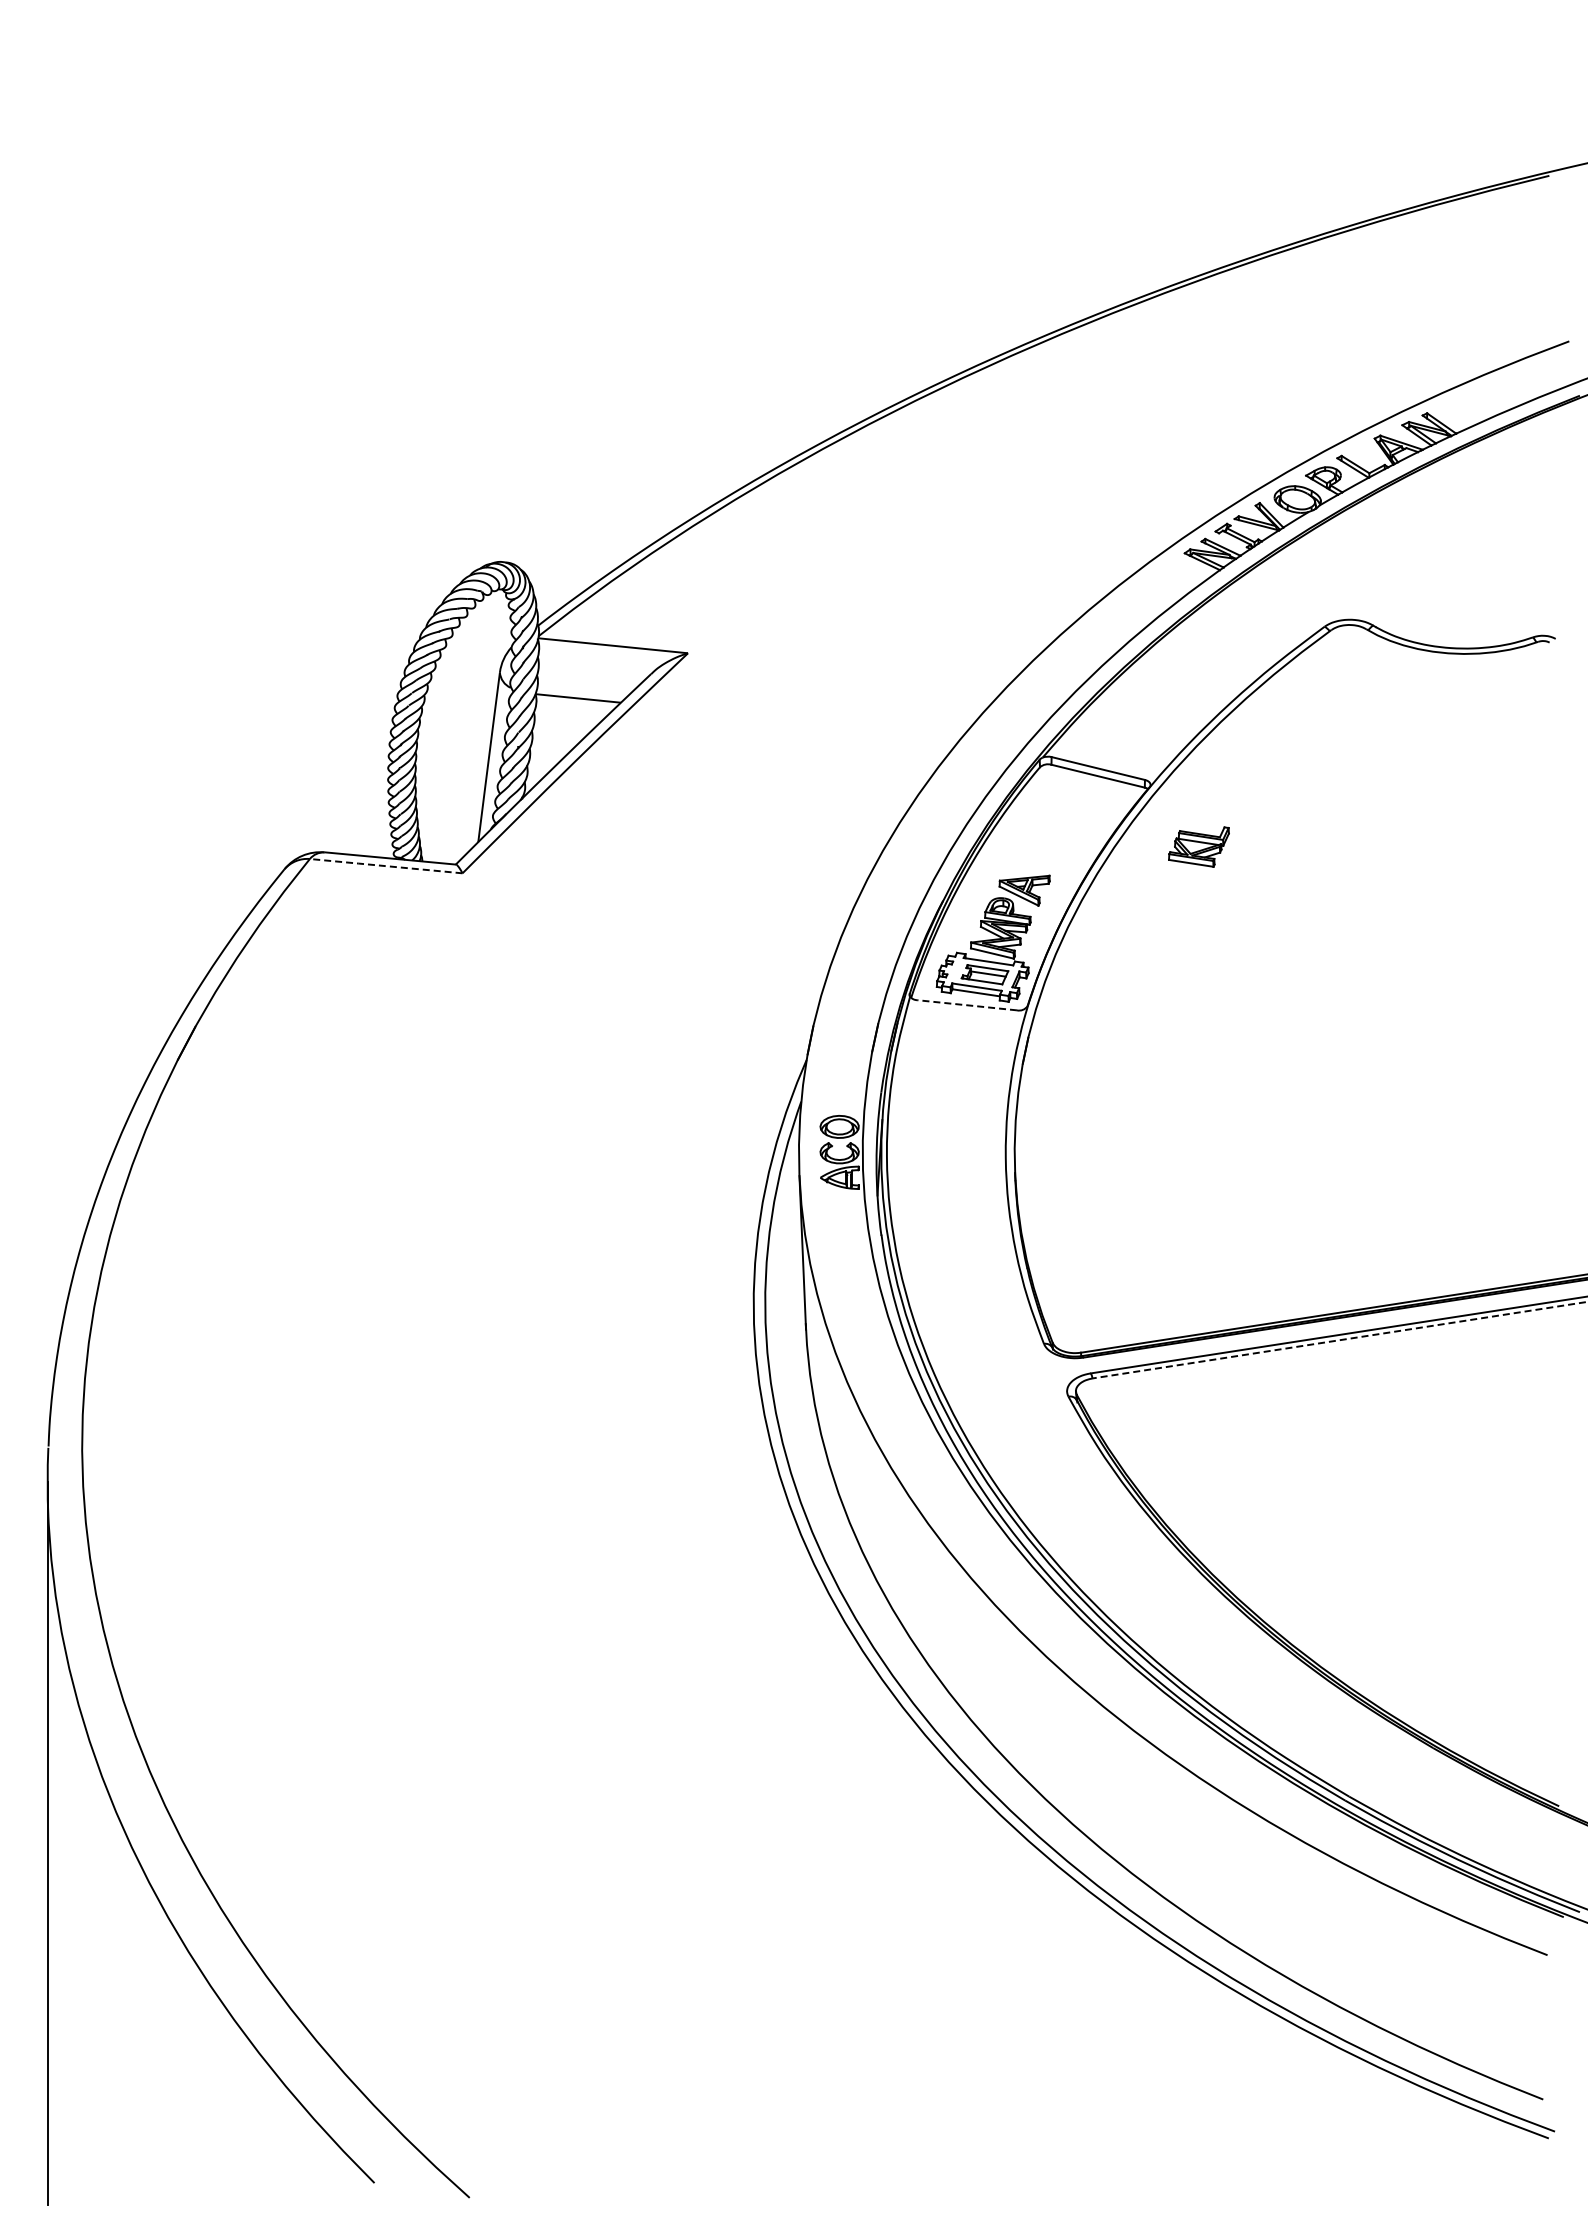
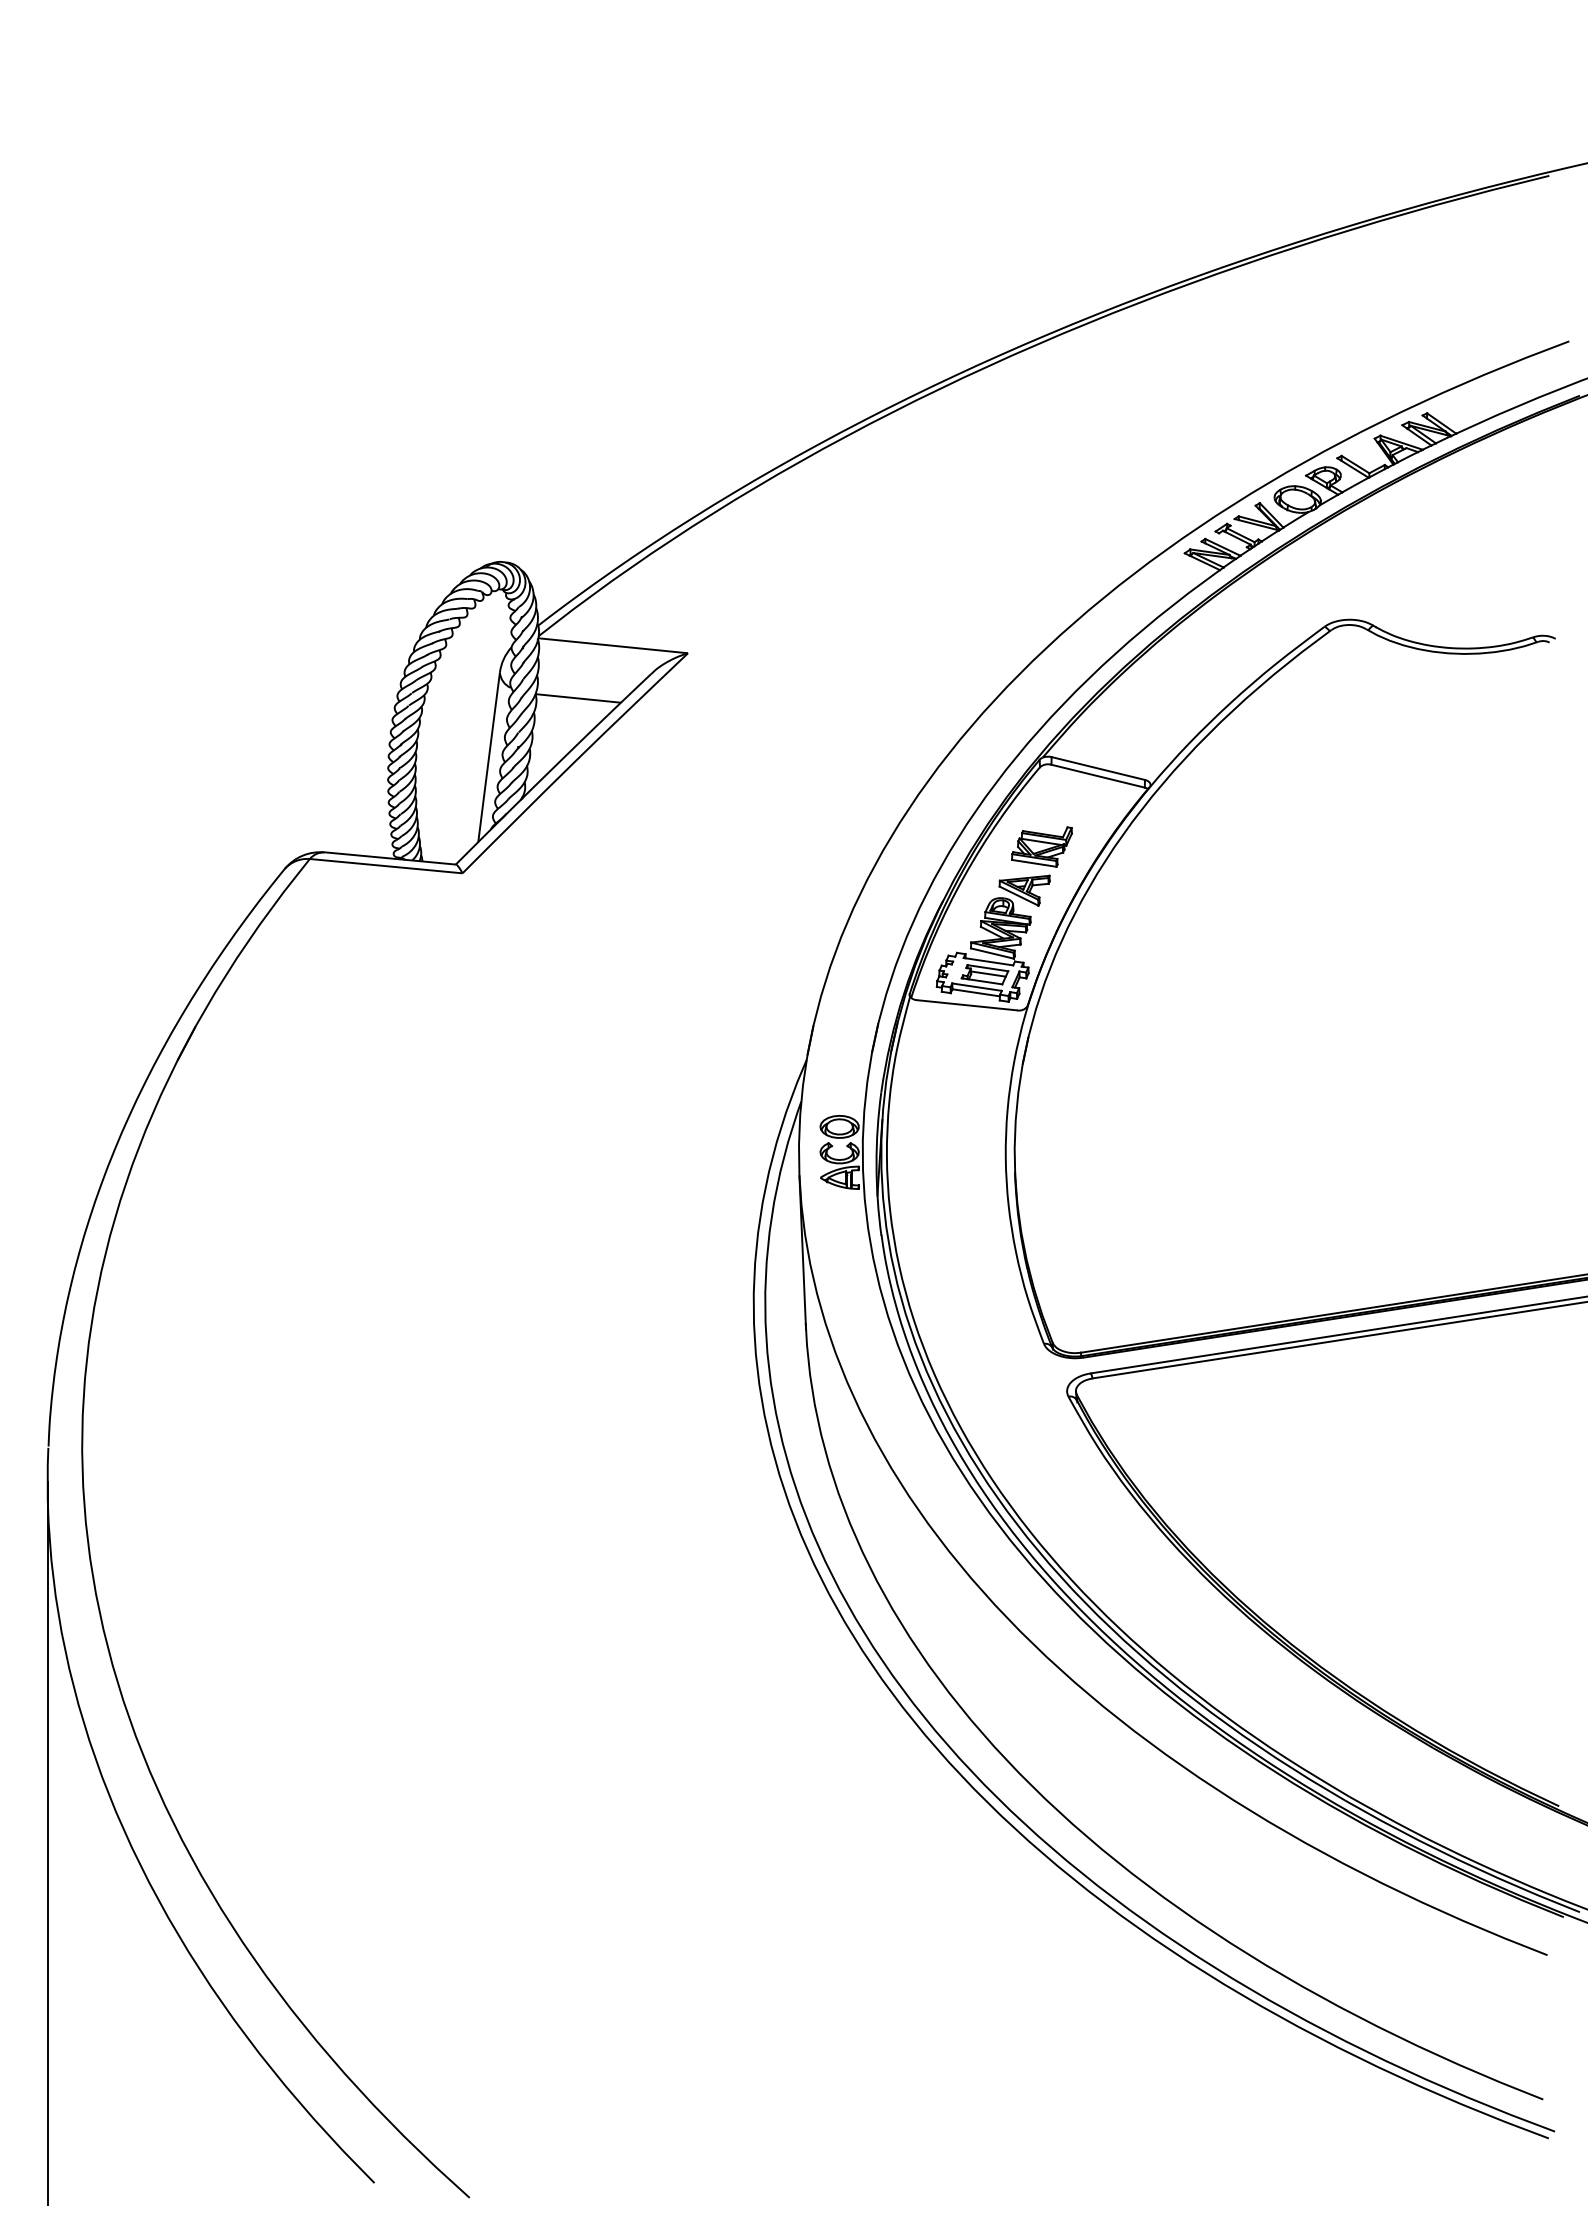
part at (1198, 846) position: (1198, 846) -> (1041, 846)
line at (385, 866): dashed -> solid
line at (966, 1005): dashed -> solid
line at (1339, 1340): dashed -> solid
